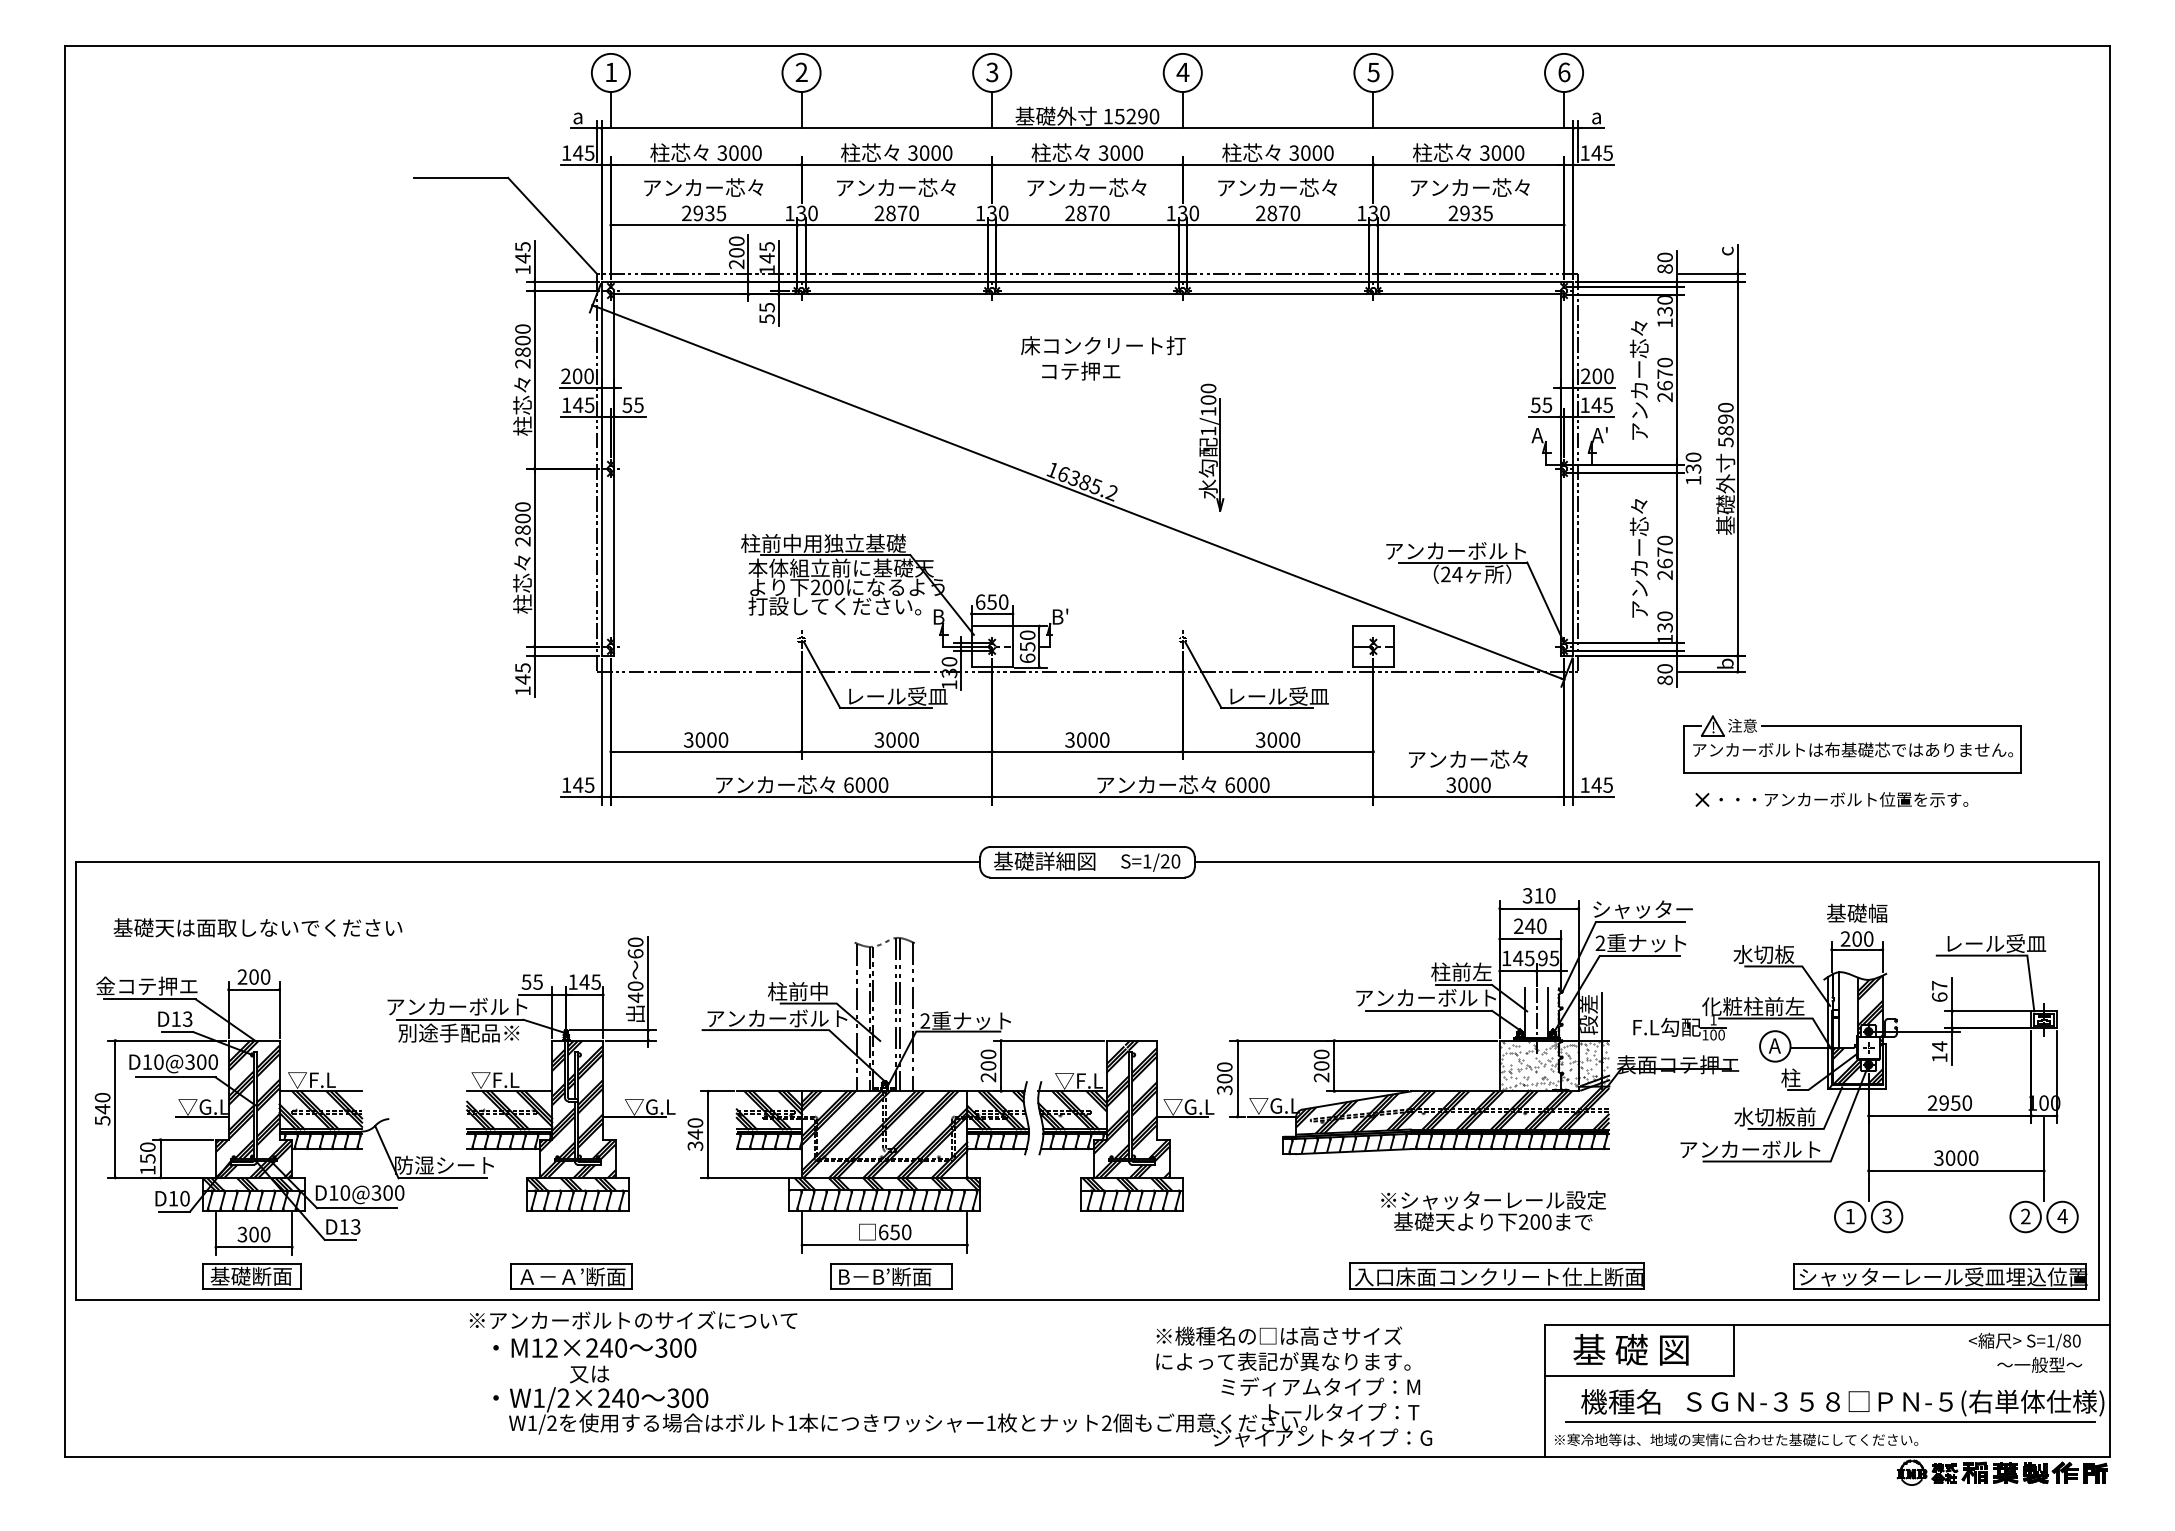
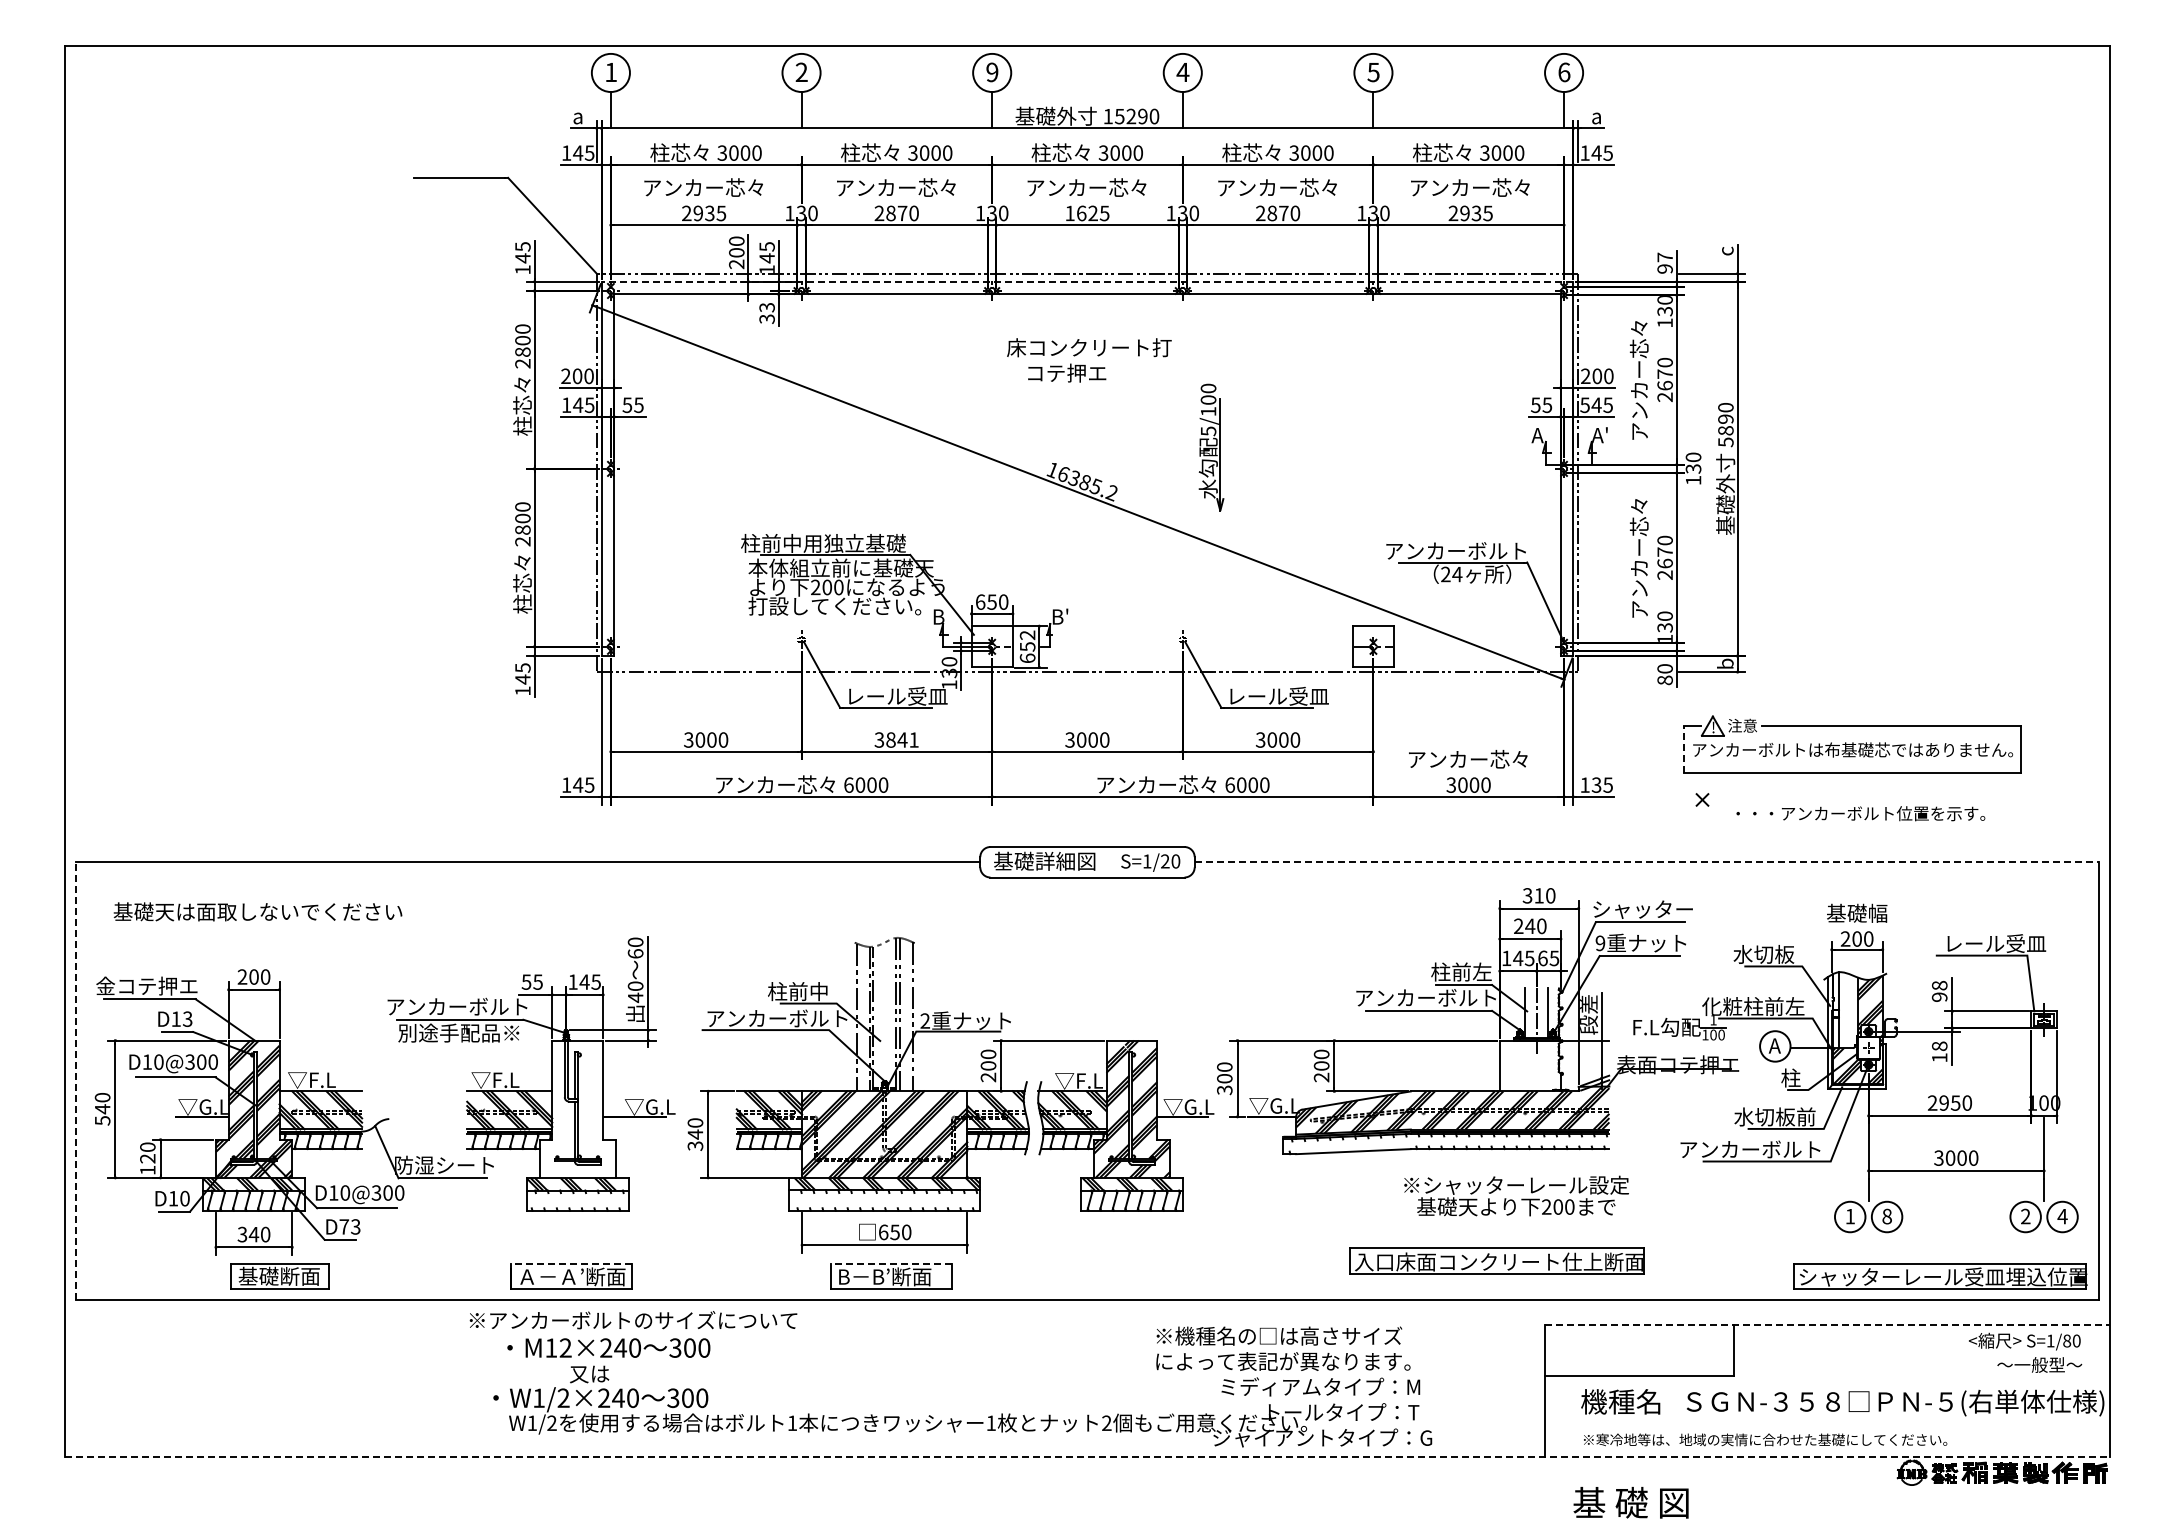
text at (992, 72): 3 -> 9
text at (1087, 213): 2870 -> 1625
text at (1664, 262): 80 -> 97
line at (1087, 281): solid -> dashed
text at (766, 313): 55 -> 33
text at (1103, 358) position: (1103, 358) -> (1089, 360)
text at (1584, 405): 145 -> 545
text at (1208, 431): 1/100 -> 5/100
text at (1027, 635): 650 -> 652
text at (902, 739): 3000 -> 3841
line at (1684, 748): solid -> dashed
text at (1596, 784): 145 -> 135
text at (1843, 799) position: (1843, 799) -> (1860, 813)
line at (1647, 862): solid -> dashed
text at (257, 927) position: (257, 927) -> (257, 911)
text at (1600, 943): 2 -> 9
text at (1542, 958): 95 -> 65
text at (1939, 990): 67 -> 98
text at (1939, 1046): 14 -> 18
hatch at (1553, 1065): present -> none
line at (76, 1081): solid -> dashed
hatch at (577, 1108): present -> none
hatch at (1448, 1143): present -> none
text at (147, 1158): 150 -> 120
hatch at (577, 1200): present -> none
hatch at (883, 1200): present -> none
text at (1493, 1210) position: (1493, 1210) -> (1516, 1195)
text at (1886, 1216): 3 -> 8
text at (343, 1226): D13 -> D73
text at (253, 1234): 300 -> 340
line at (571, 1263): solid -> dashed
line at (891, 1263): solid -> dashed
part at (1496, 1275) position: (1496, 1275) -> (1496, 1260)
part at (251, 1276) position: (251, 1276) -> (279, 1276)
line at (1828, 1325): solid -> dashed
text at (594, 1347) position: (594, 1347) -> (608, 1347)
text at (1630, 1349) position: (1630, 1349) -> (1630, 1502)
line at (1829, 1422): present -> none
text at (1736, 1439) position: (1736, 1439) -> (1765, 1439)
line at (1087, 1457): solid -> dashed
